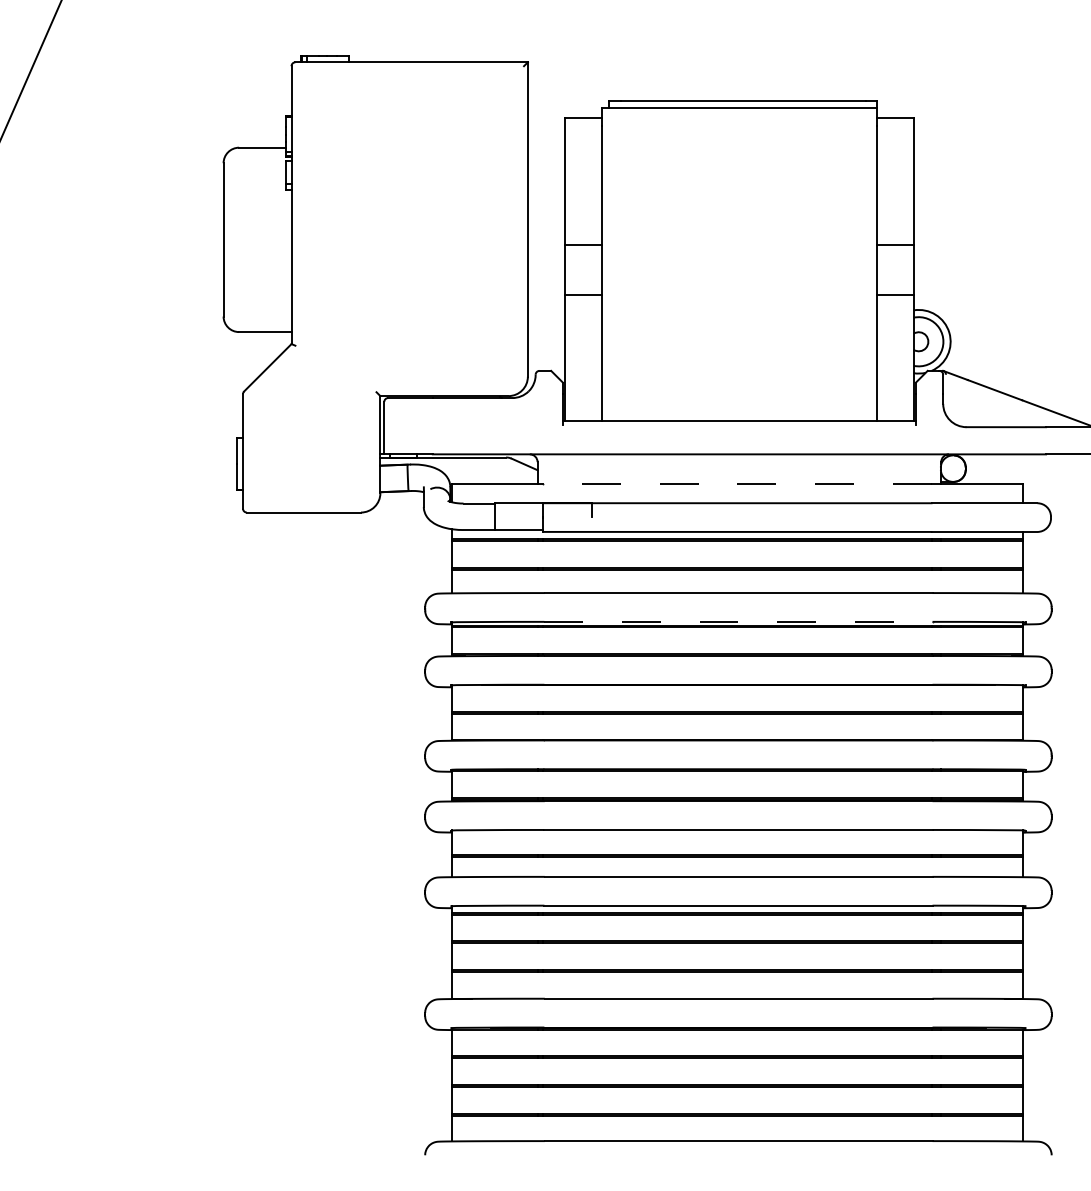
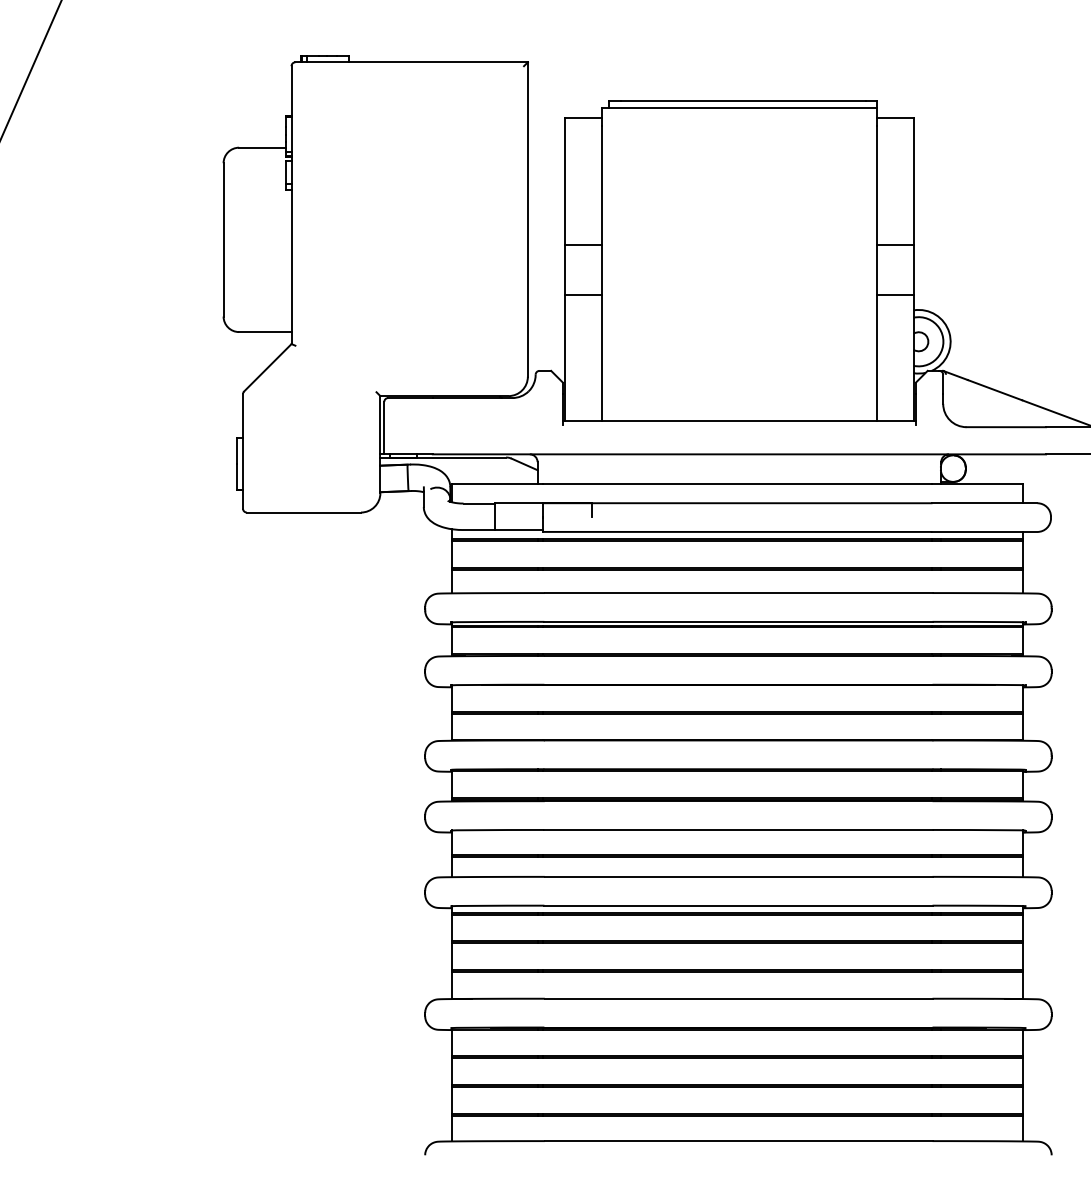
line at (736, 483): dashed -> solid
line at (738, 621): dashed -> solid
